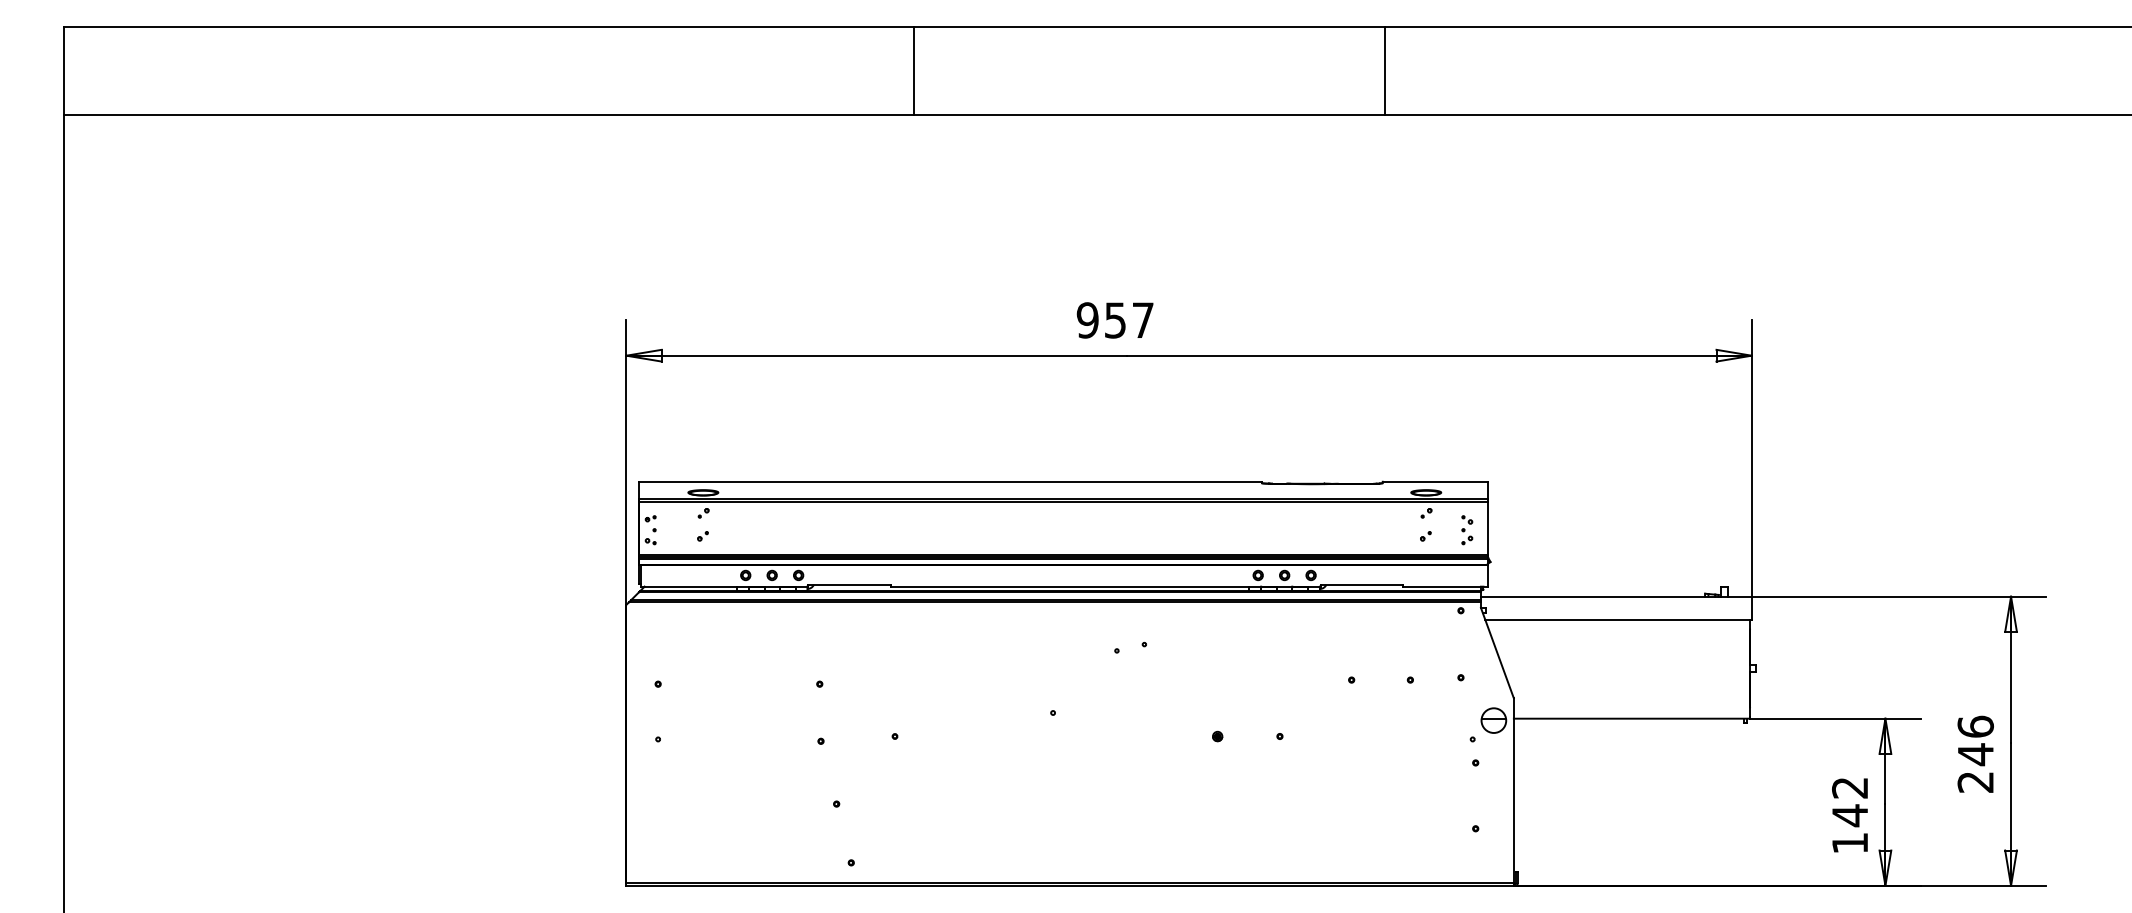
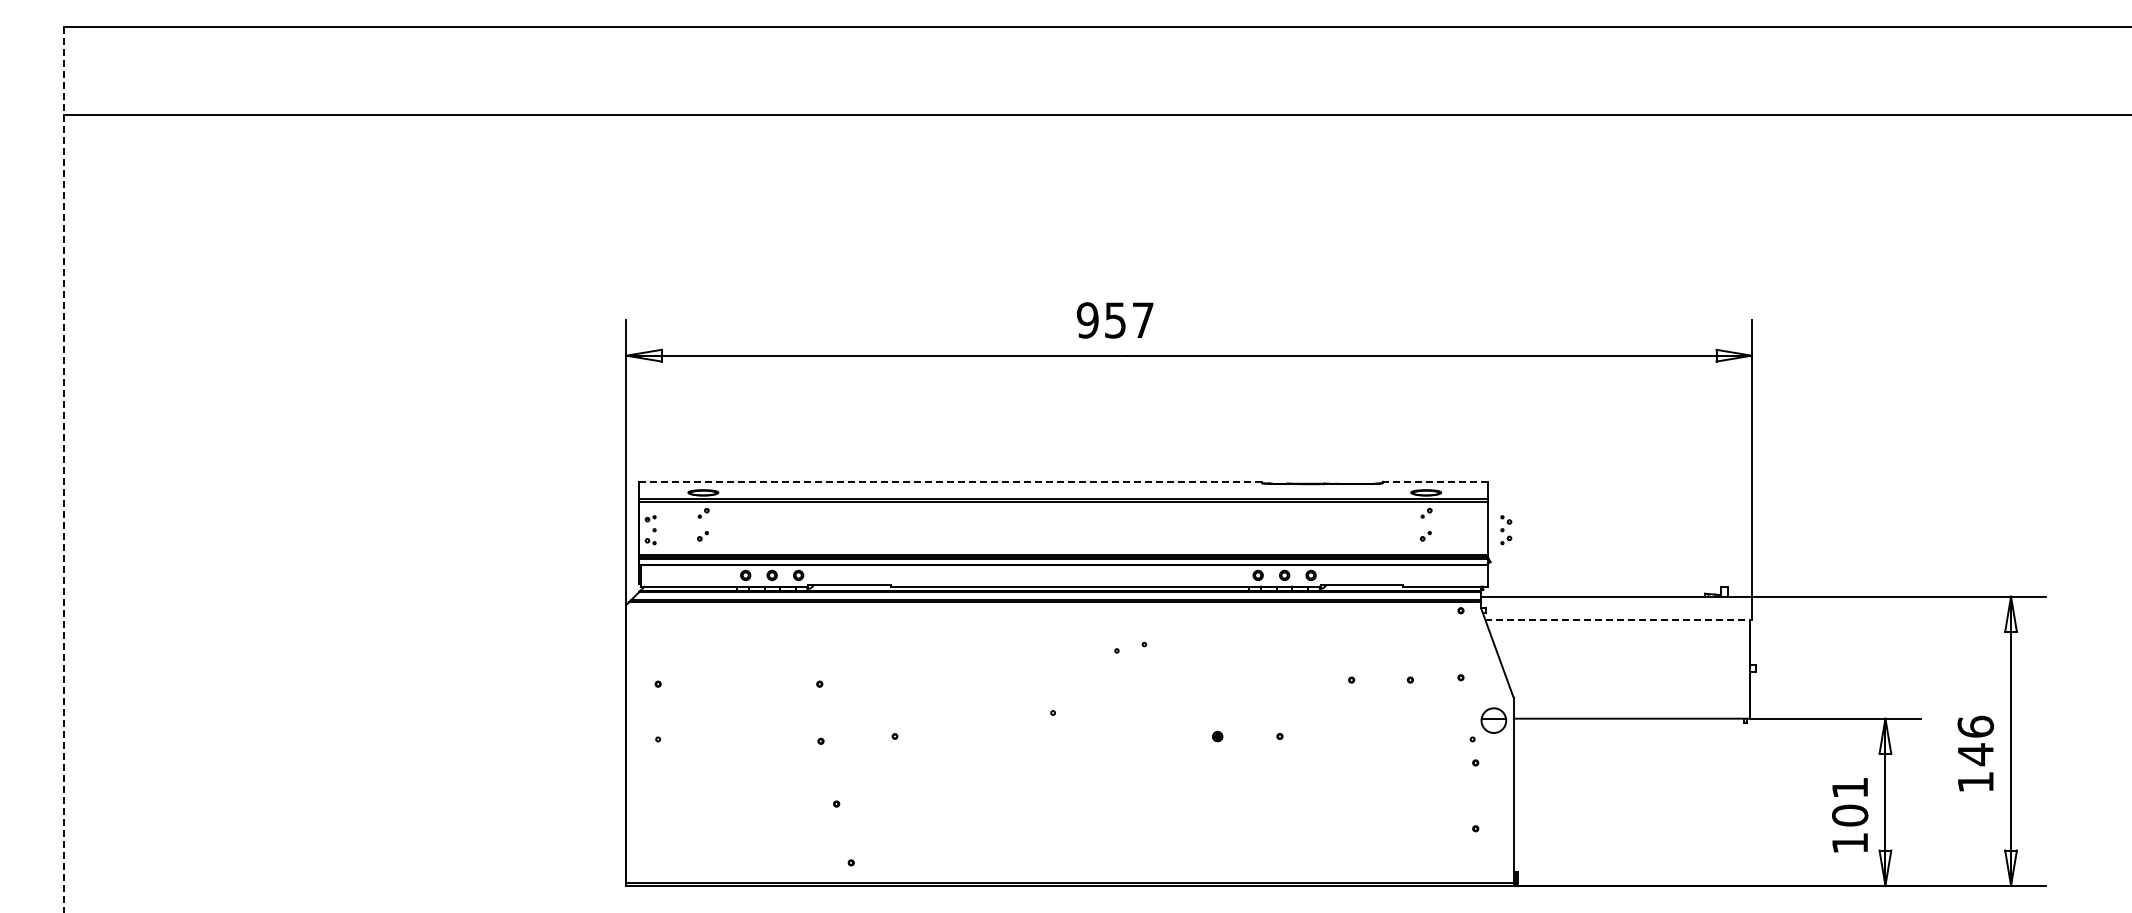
line at (914, 71): present -> none
line at (1384, 71): present -> none
line at (63, 470): solid -> dashed
line at (949, 481): solid -> dashed
line at (1435, 481): solid -> dashed
part at (1467, 530) position: (1467, 530) -> (1506, 530)
line at (1619, 620): solid -> dashed
text at (1975, 782): 246 -> 146
text at (1850, 802): 142 -> 101
